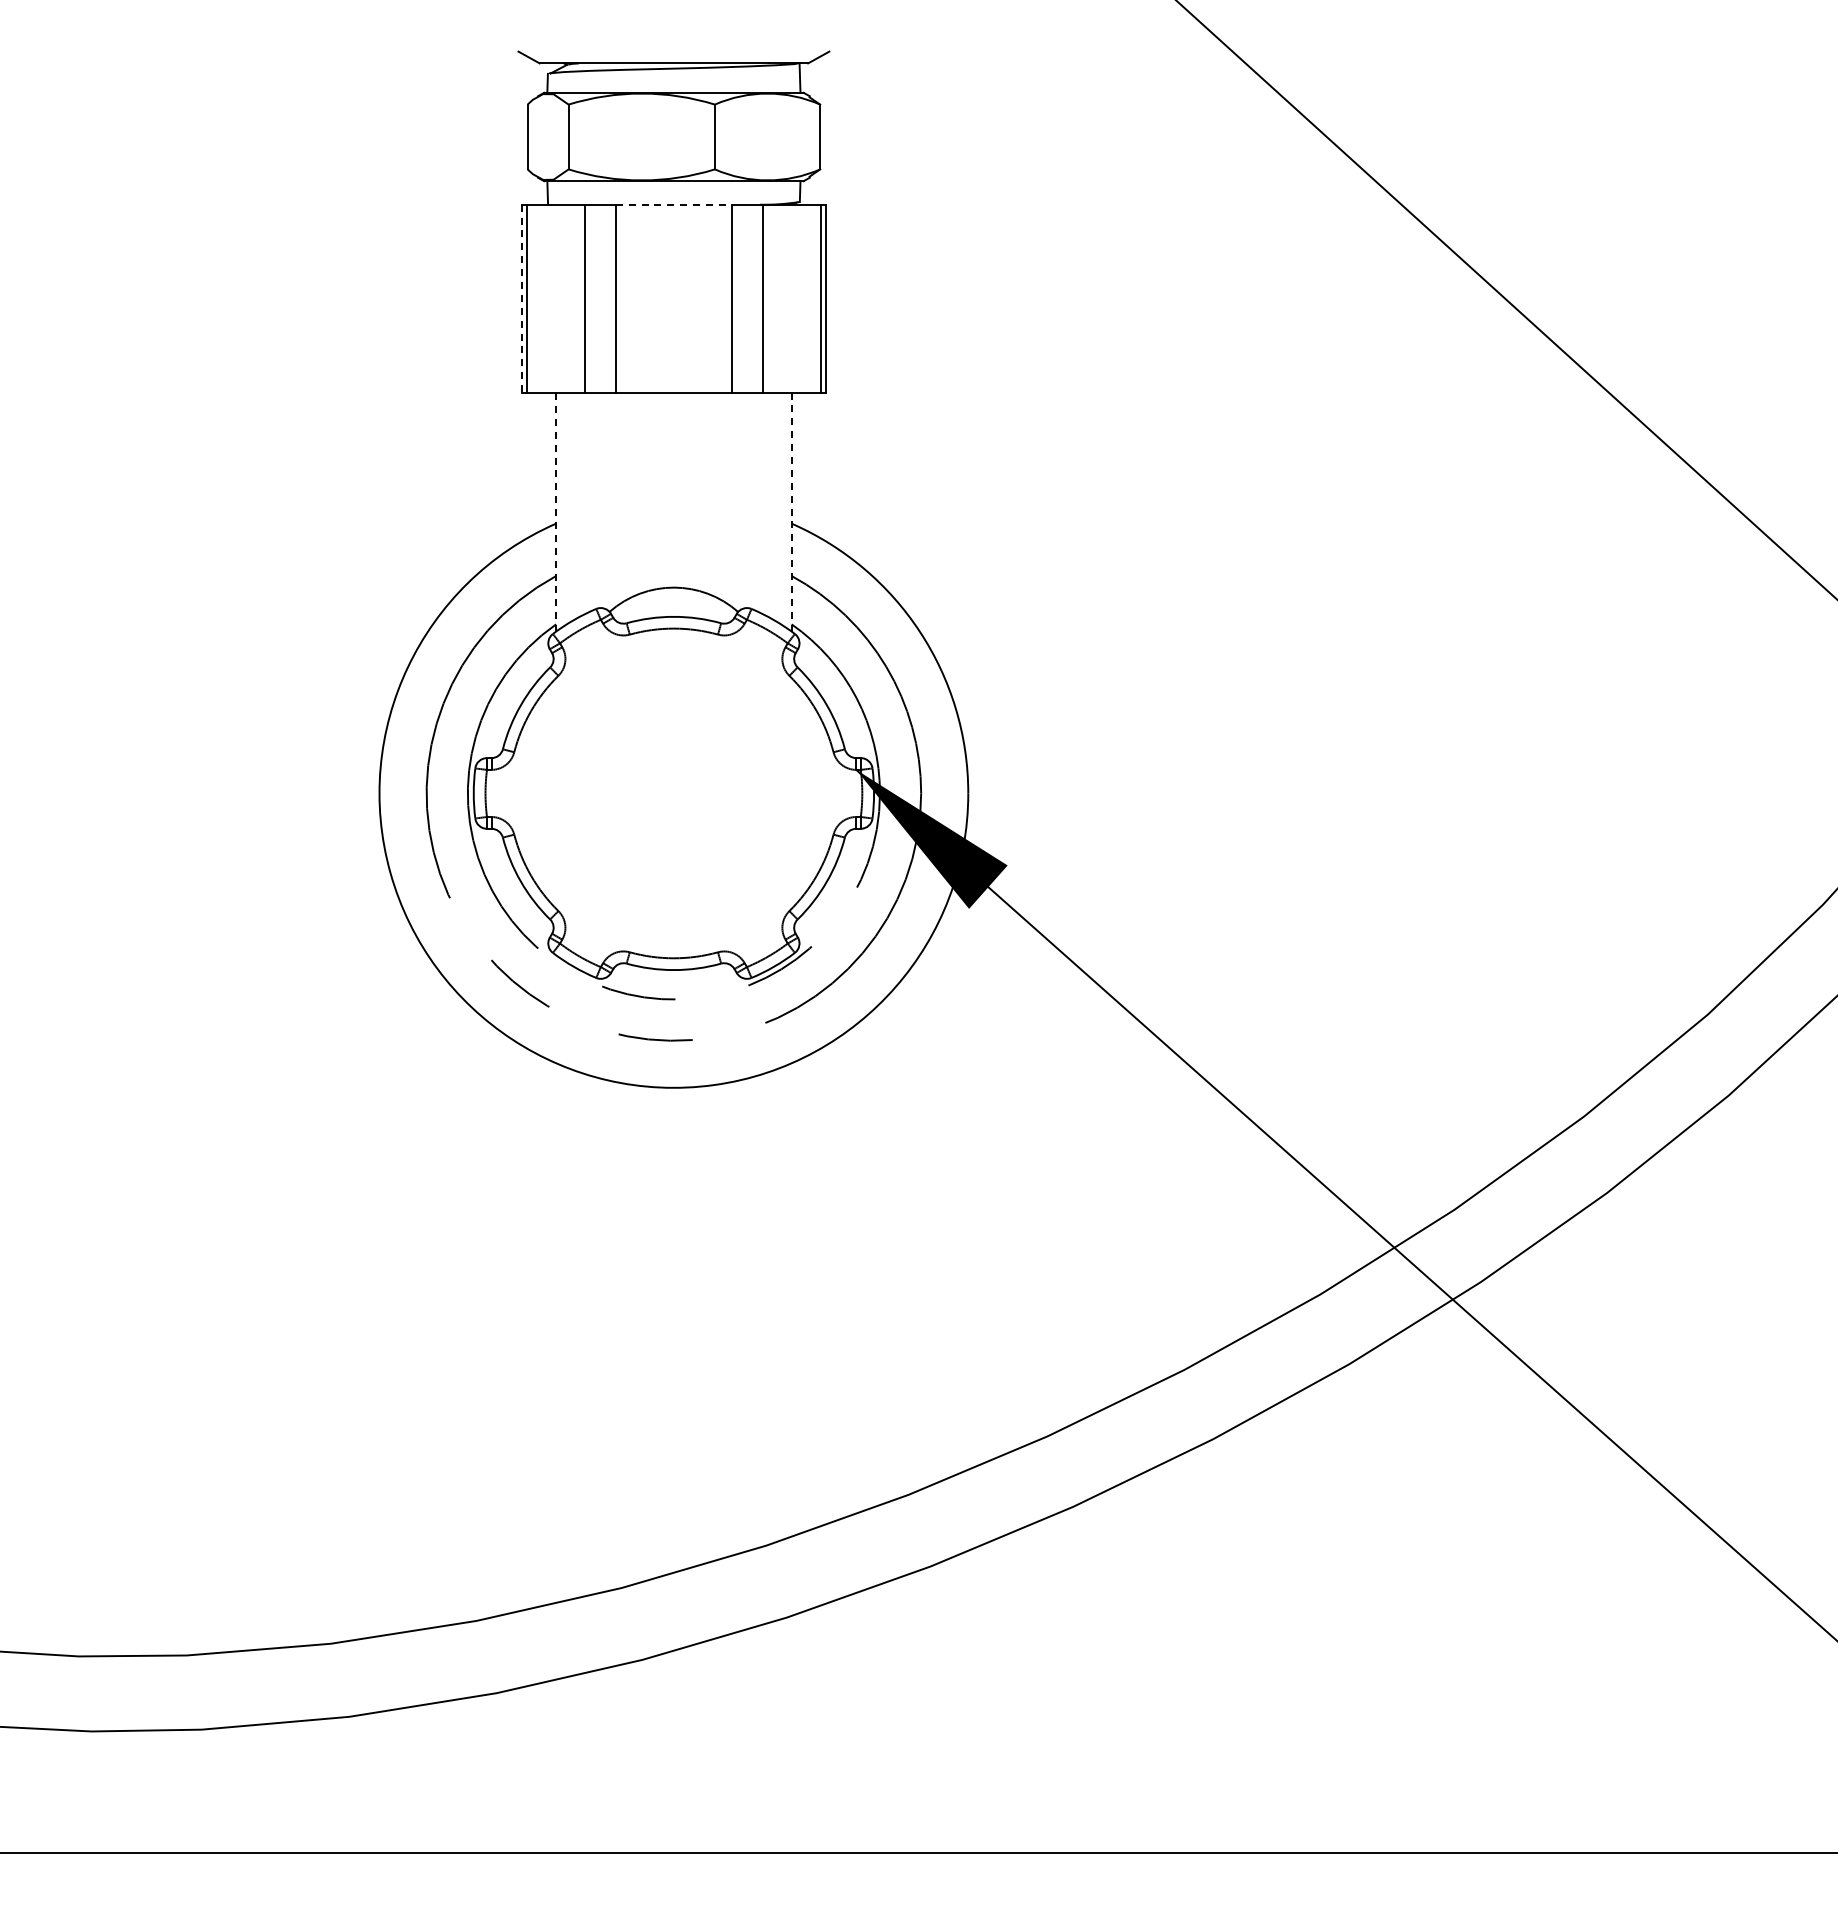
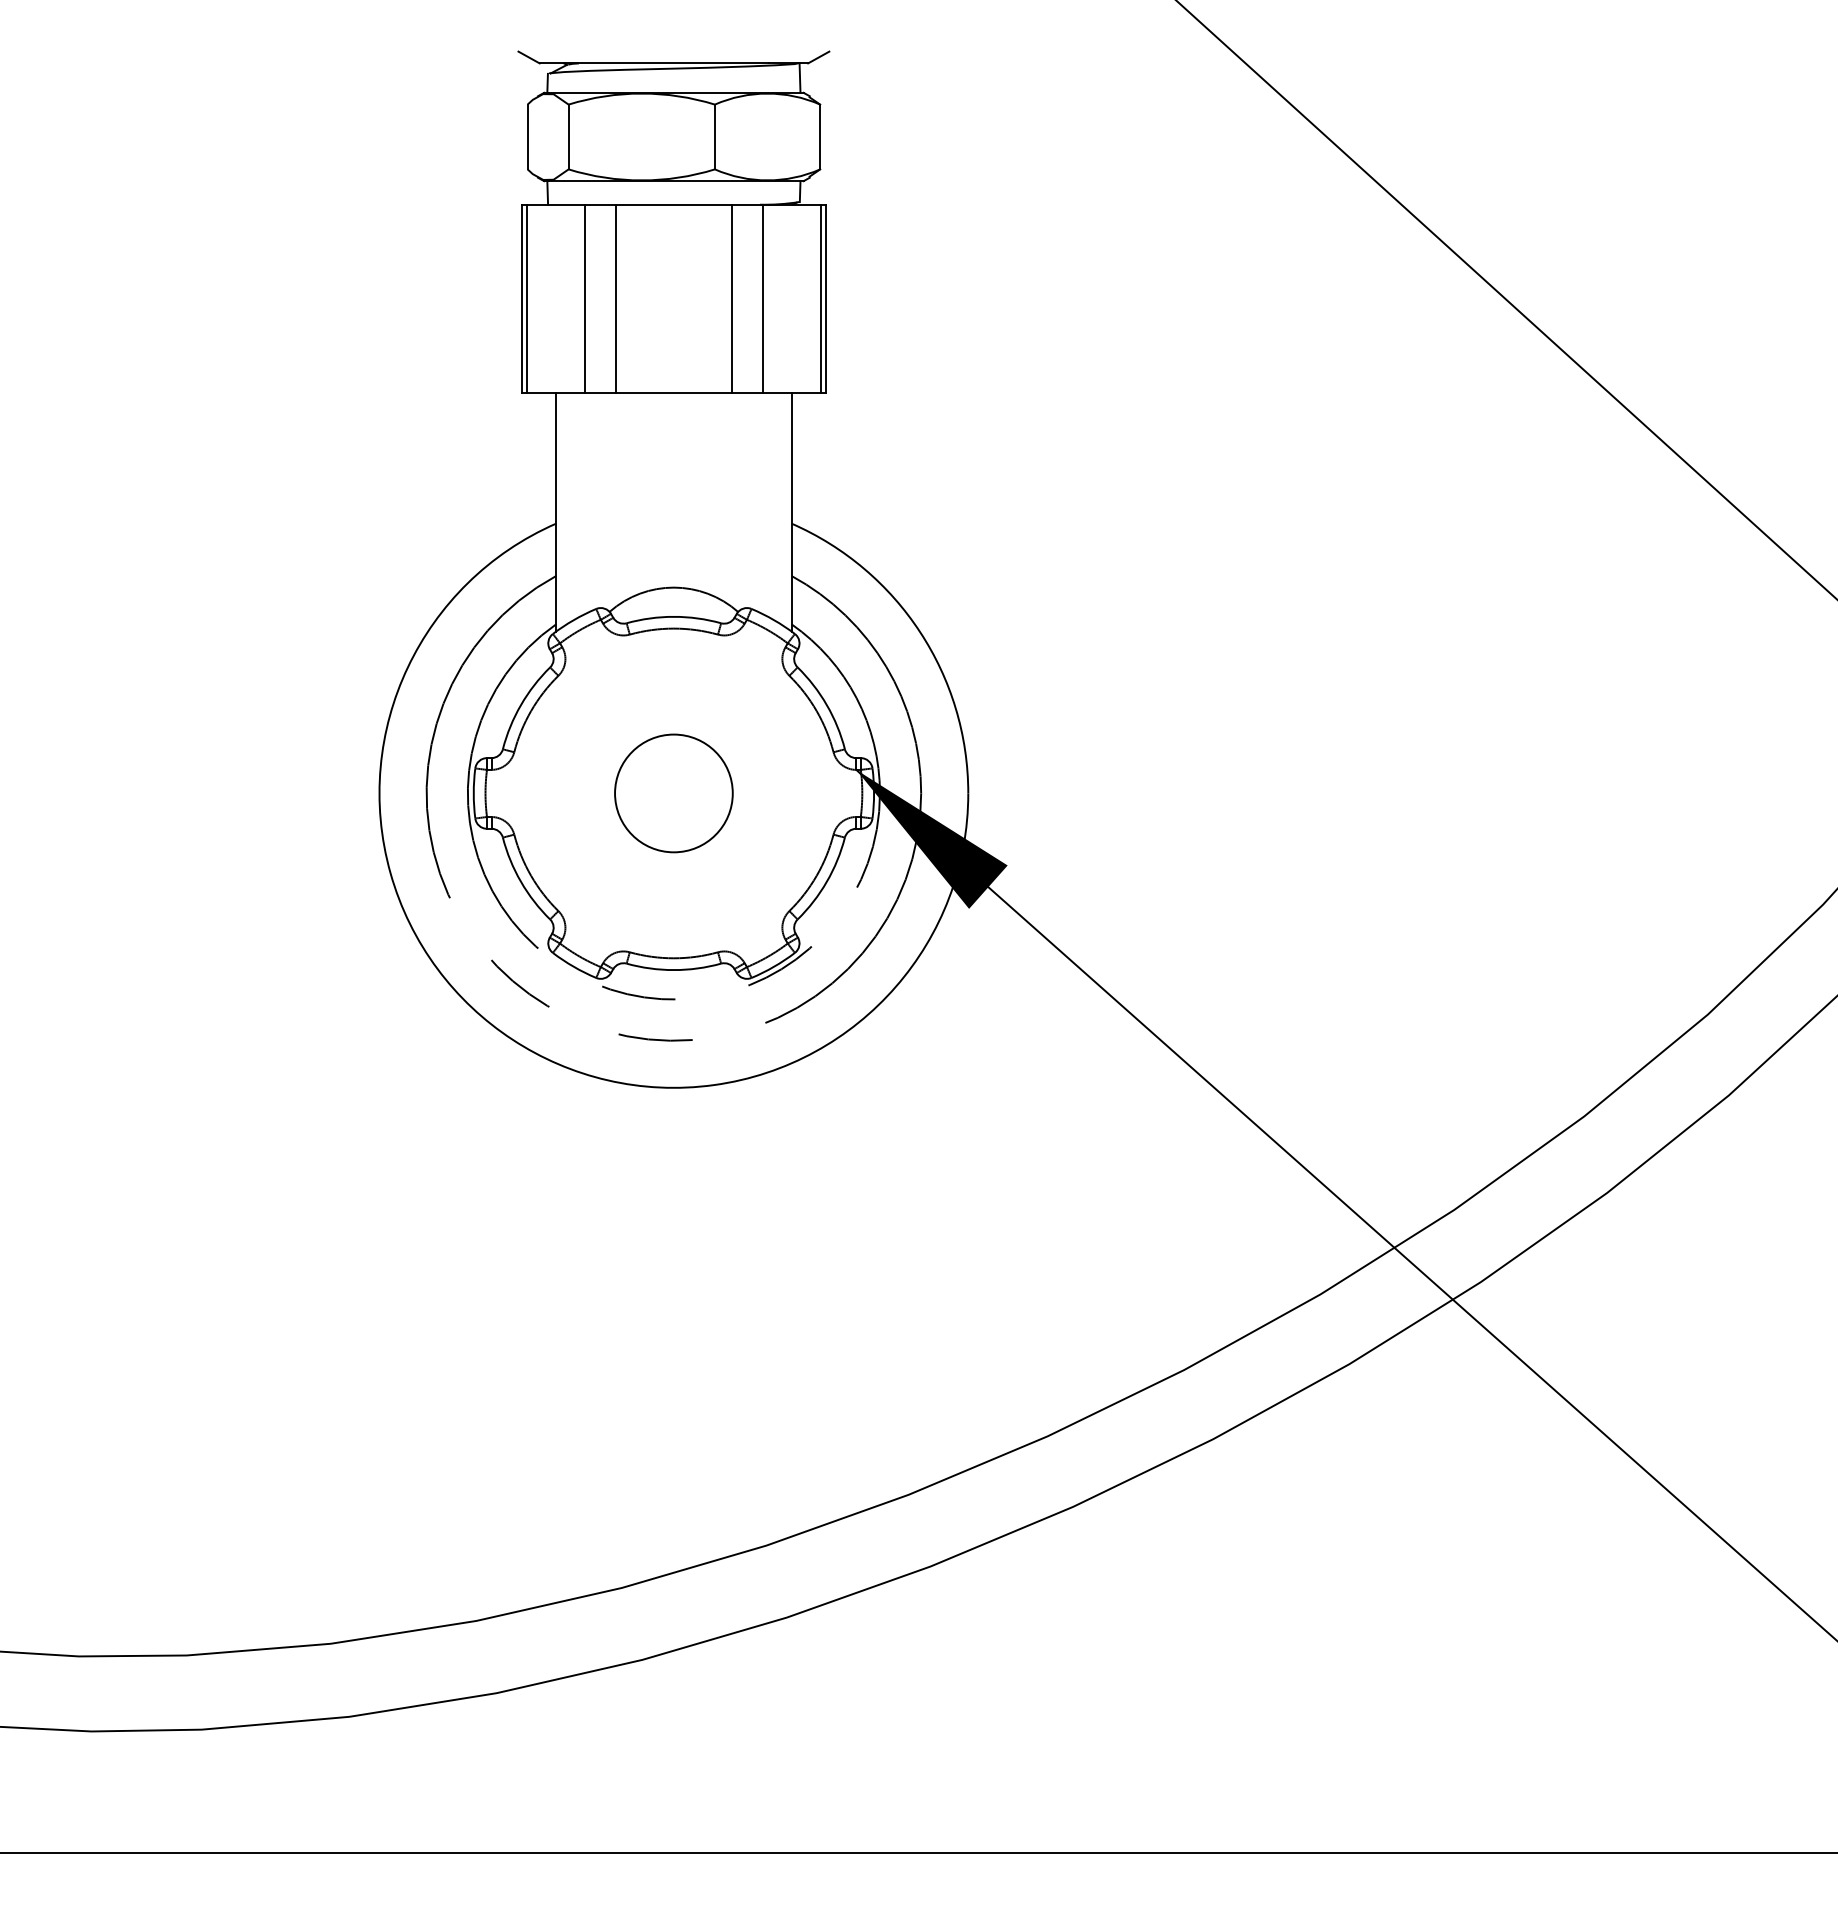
line at (674, 204): dashed -> solid
line at (522, 299): dashed -> solid
line at (791, 511): dashed -> solid
line at (556, 512): dashed -> solid
circle at (673, 793): none -> present
